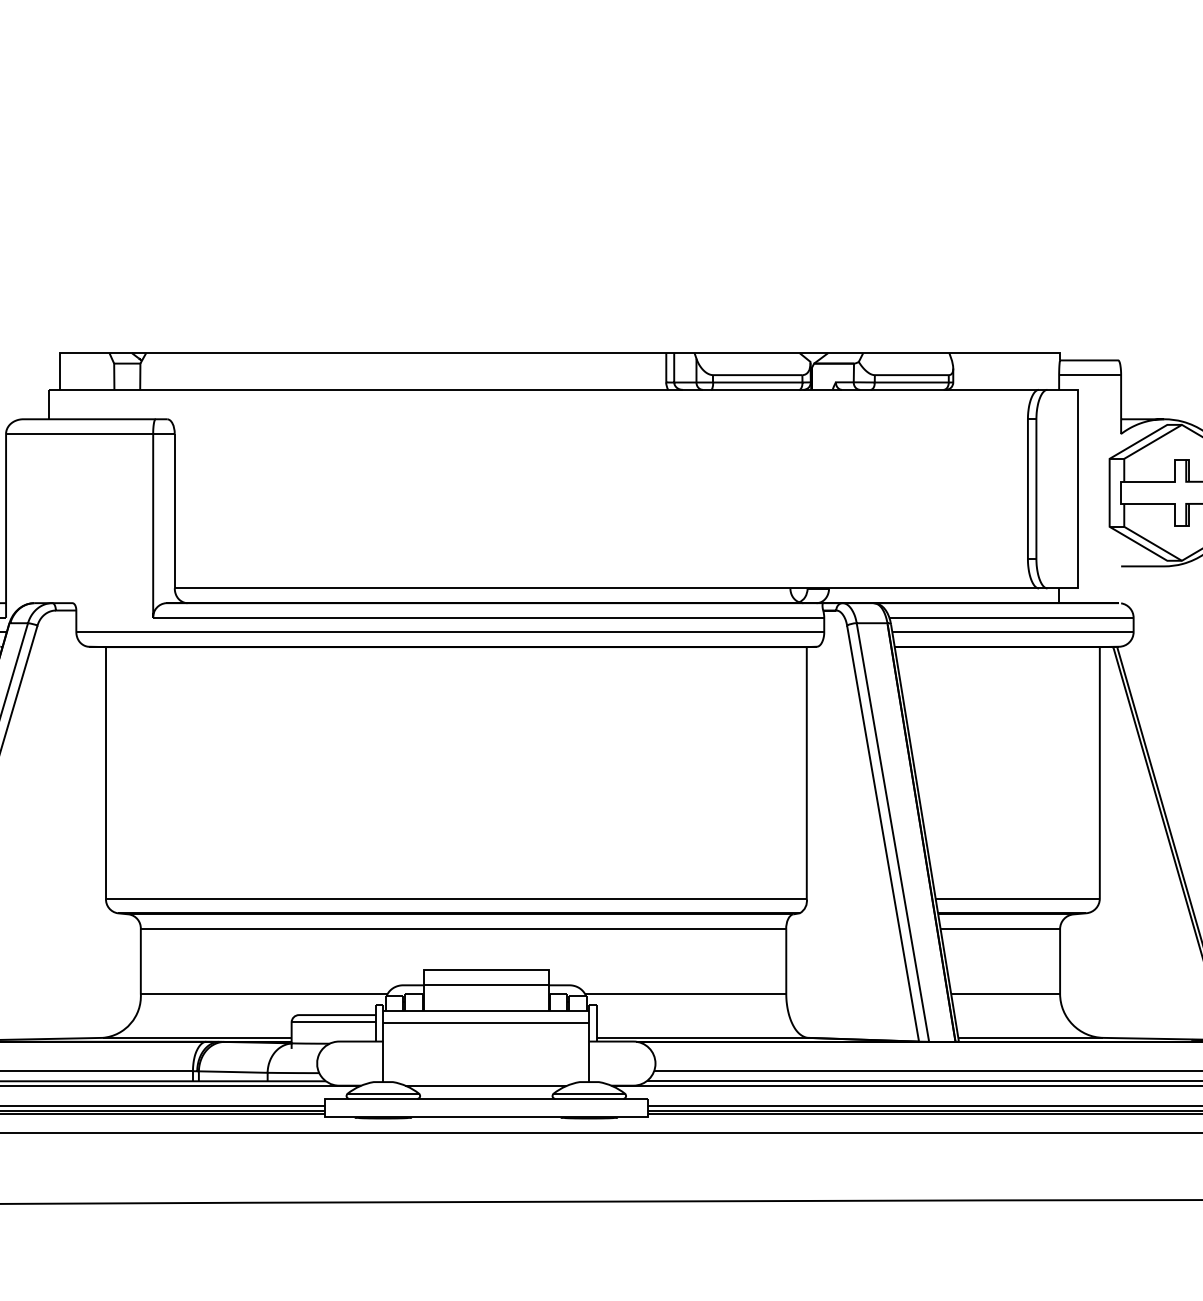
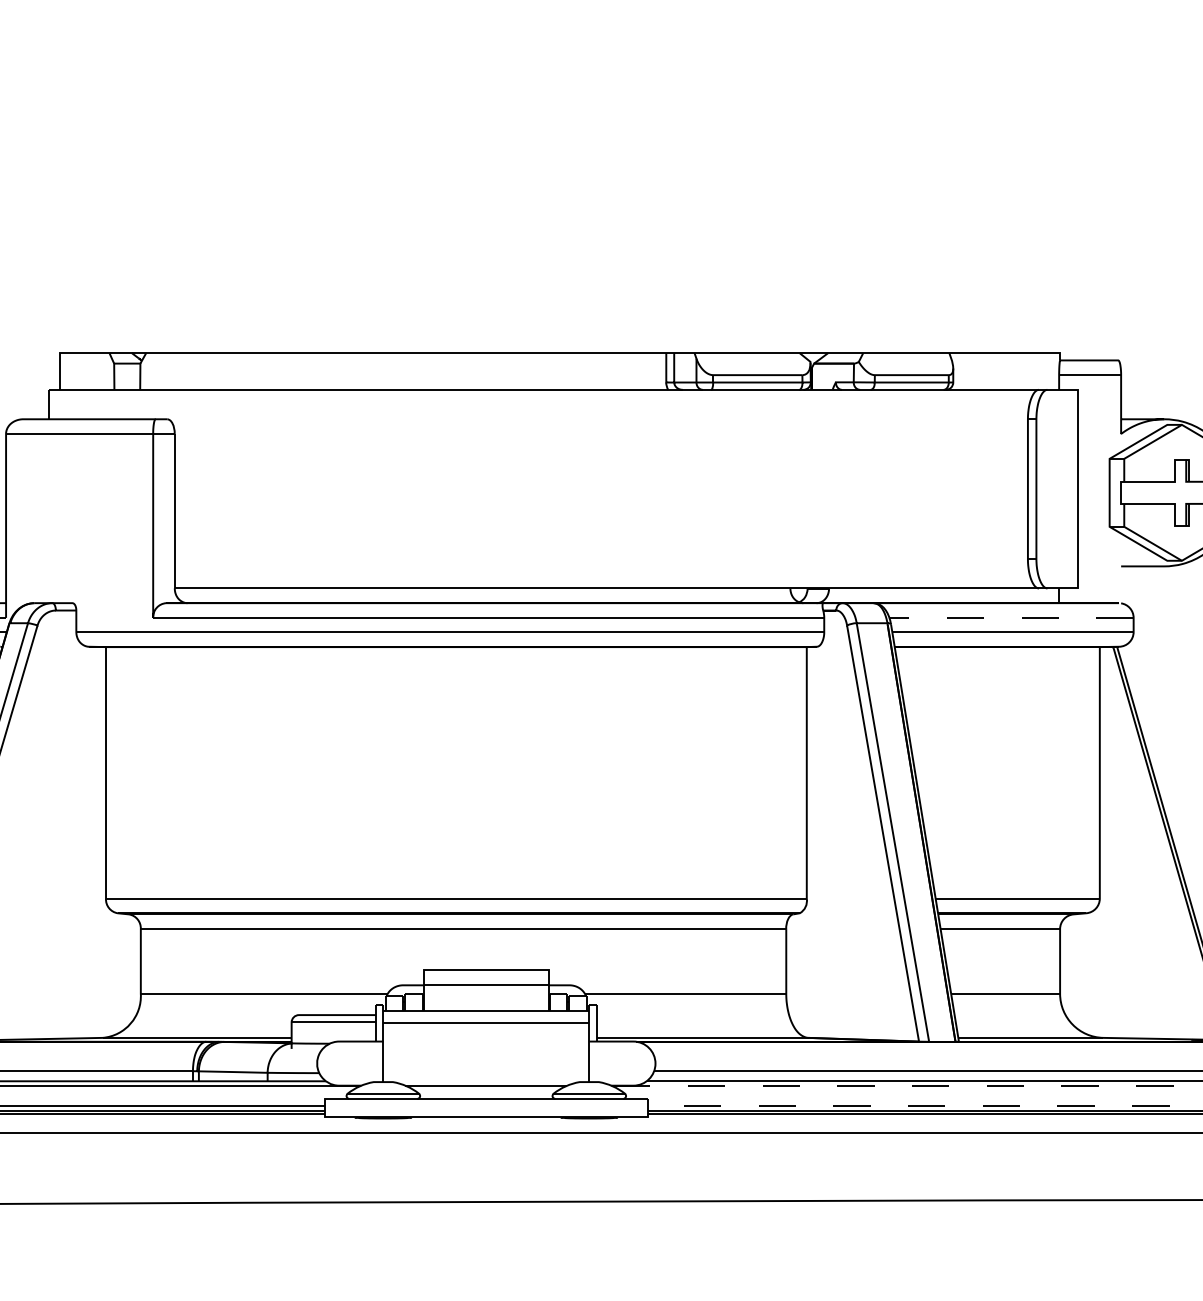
line at (1011, 617): solid -> dashed
line at (907, 1086): solid -> dashed
line at (925, 1105): solid -> dashed
